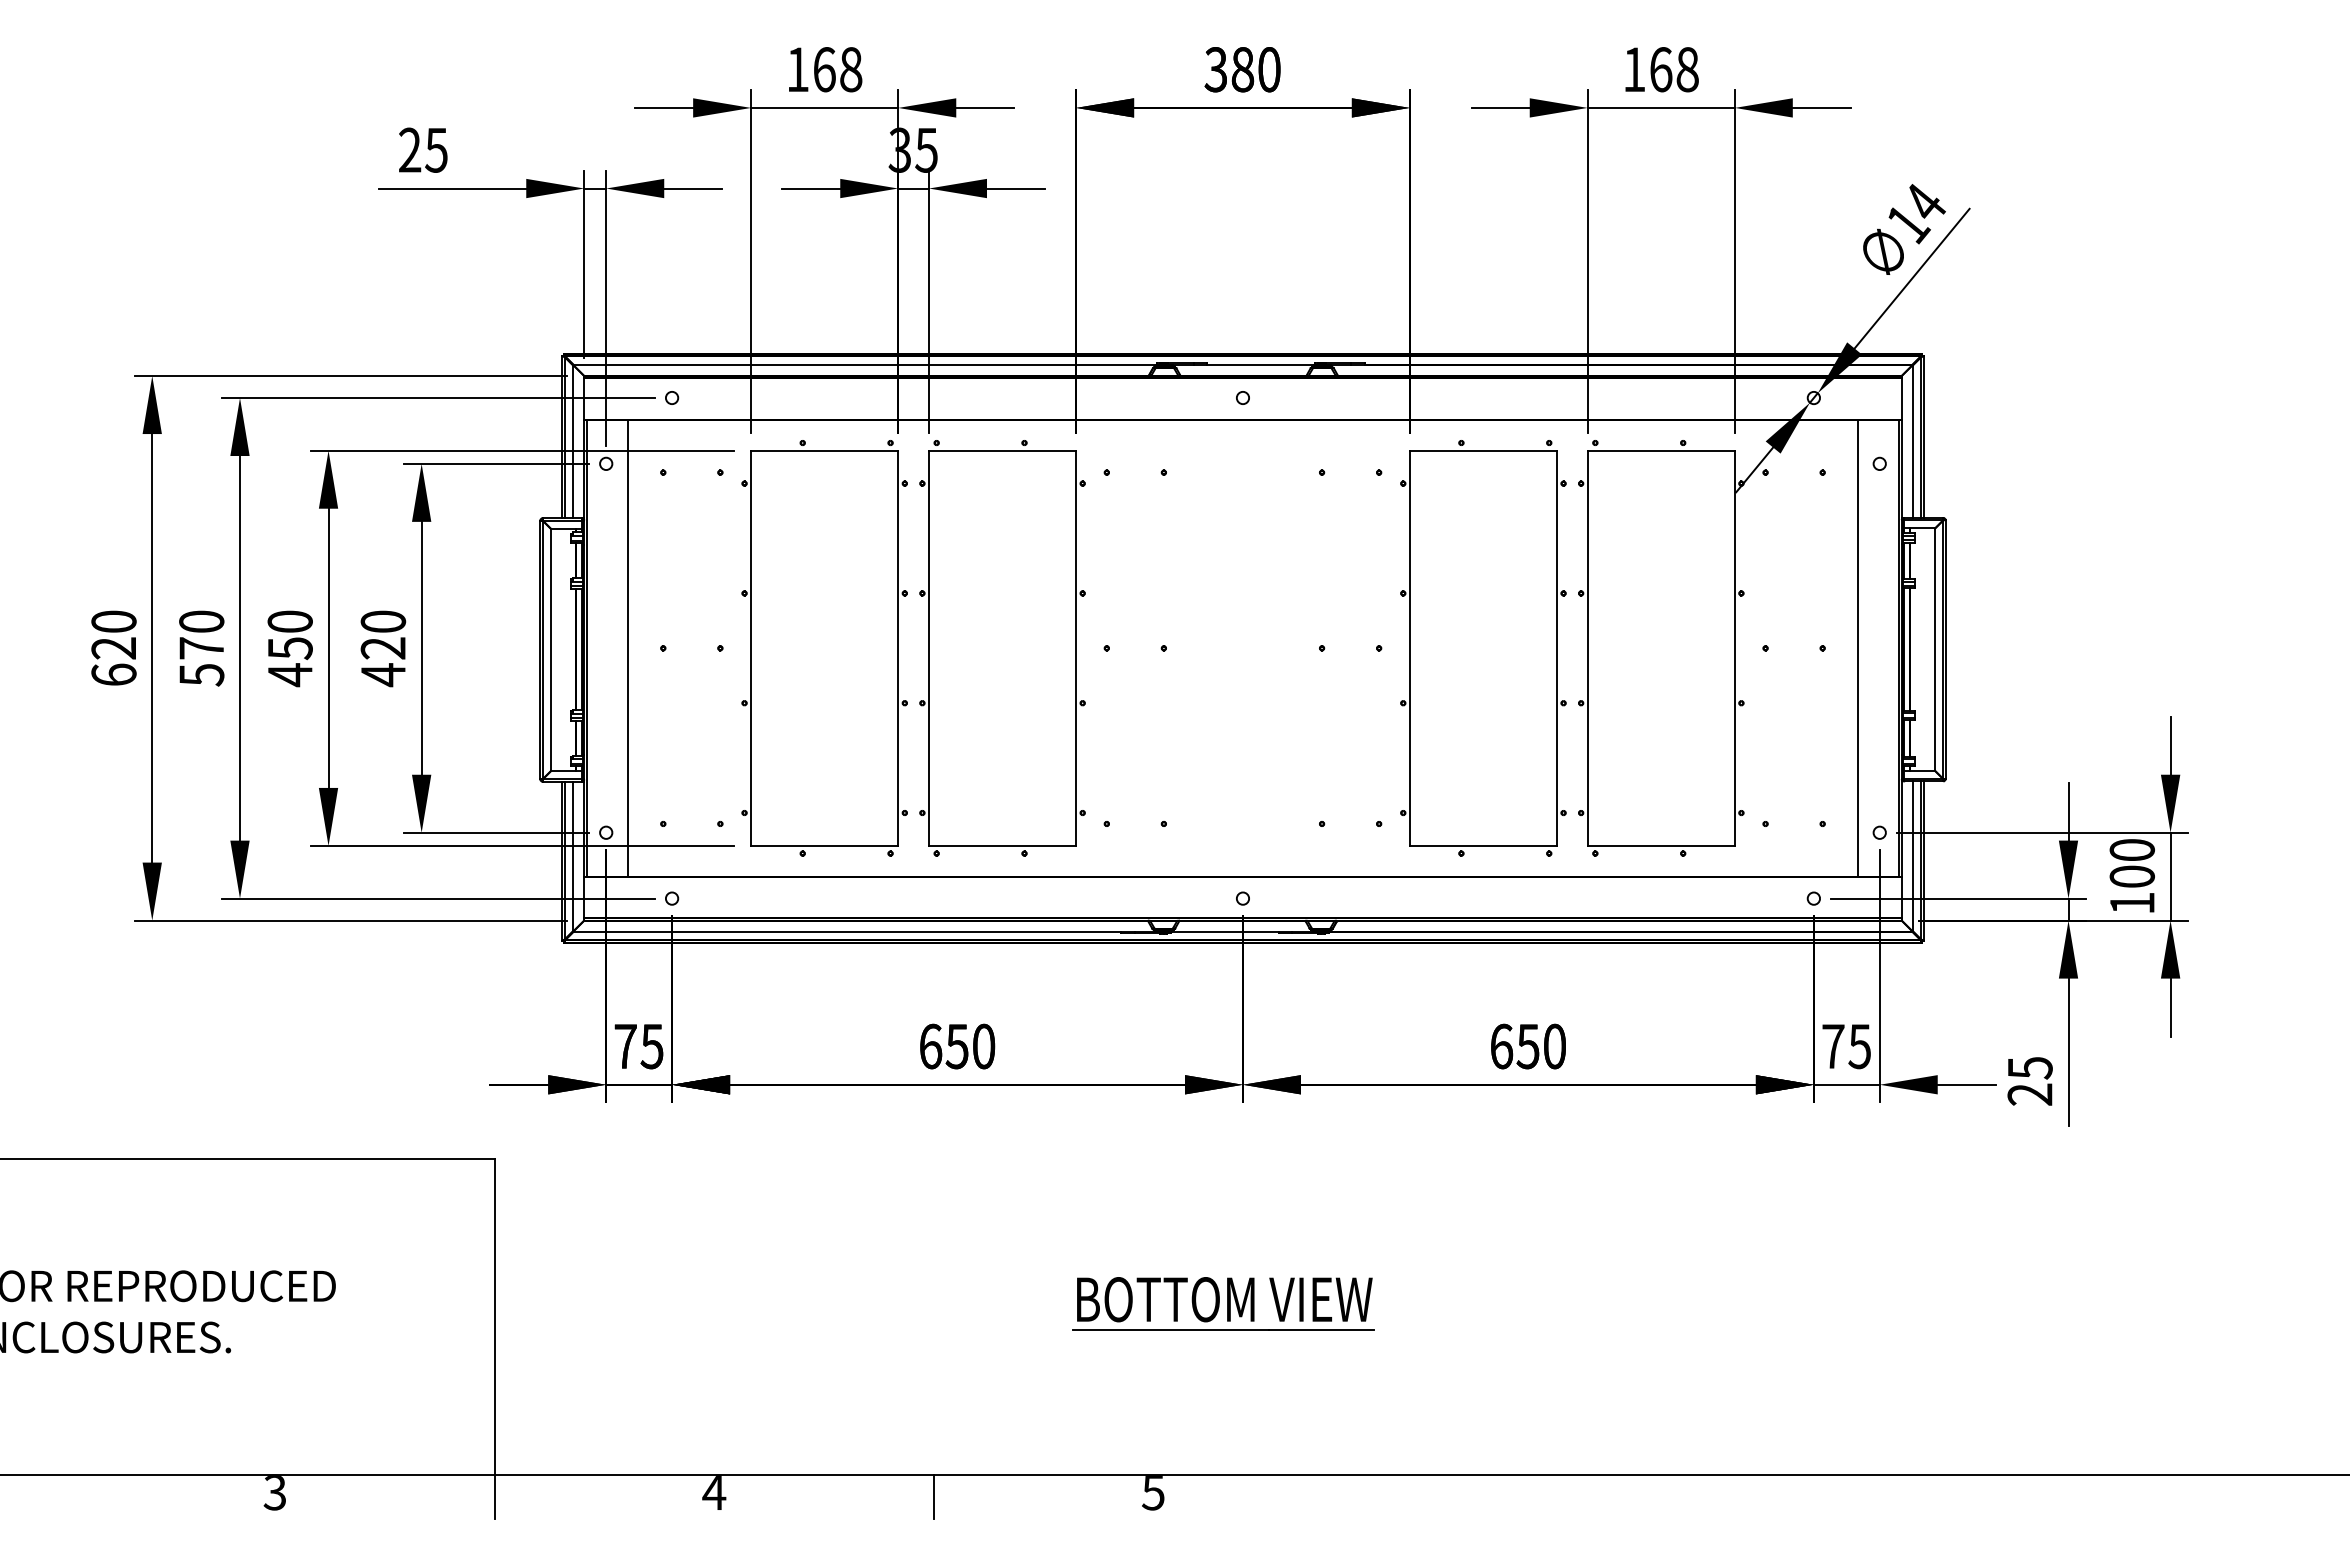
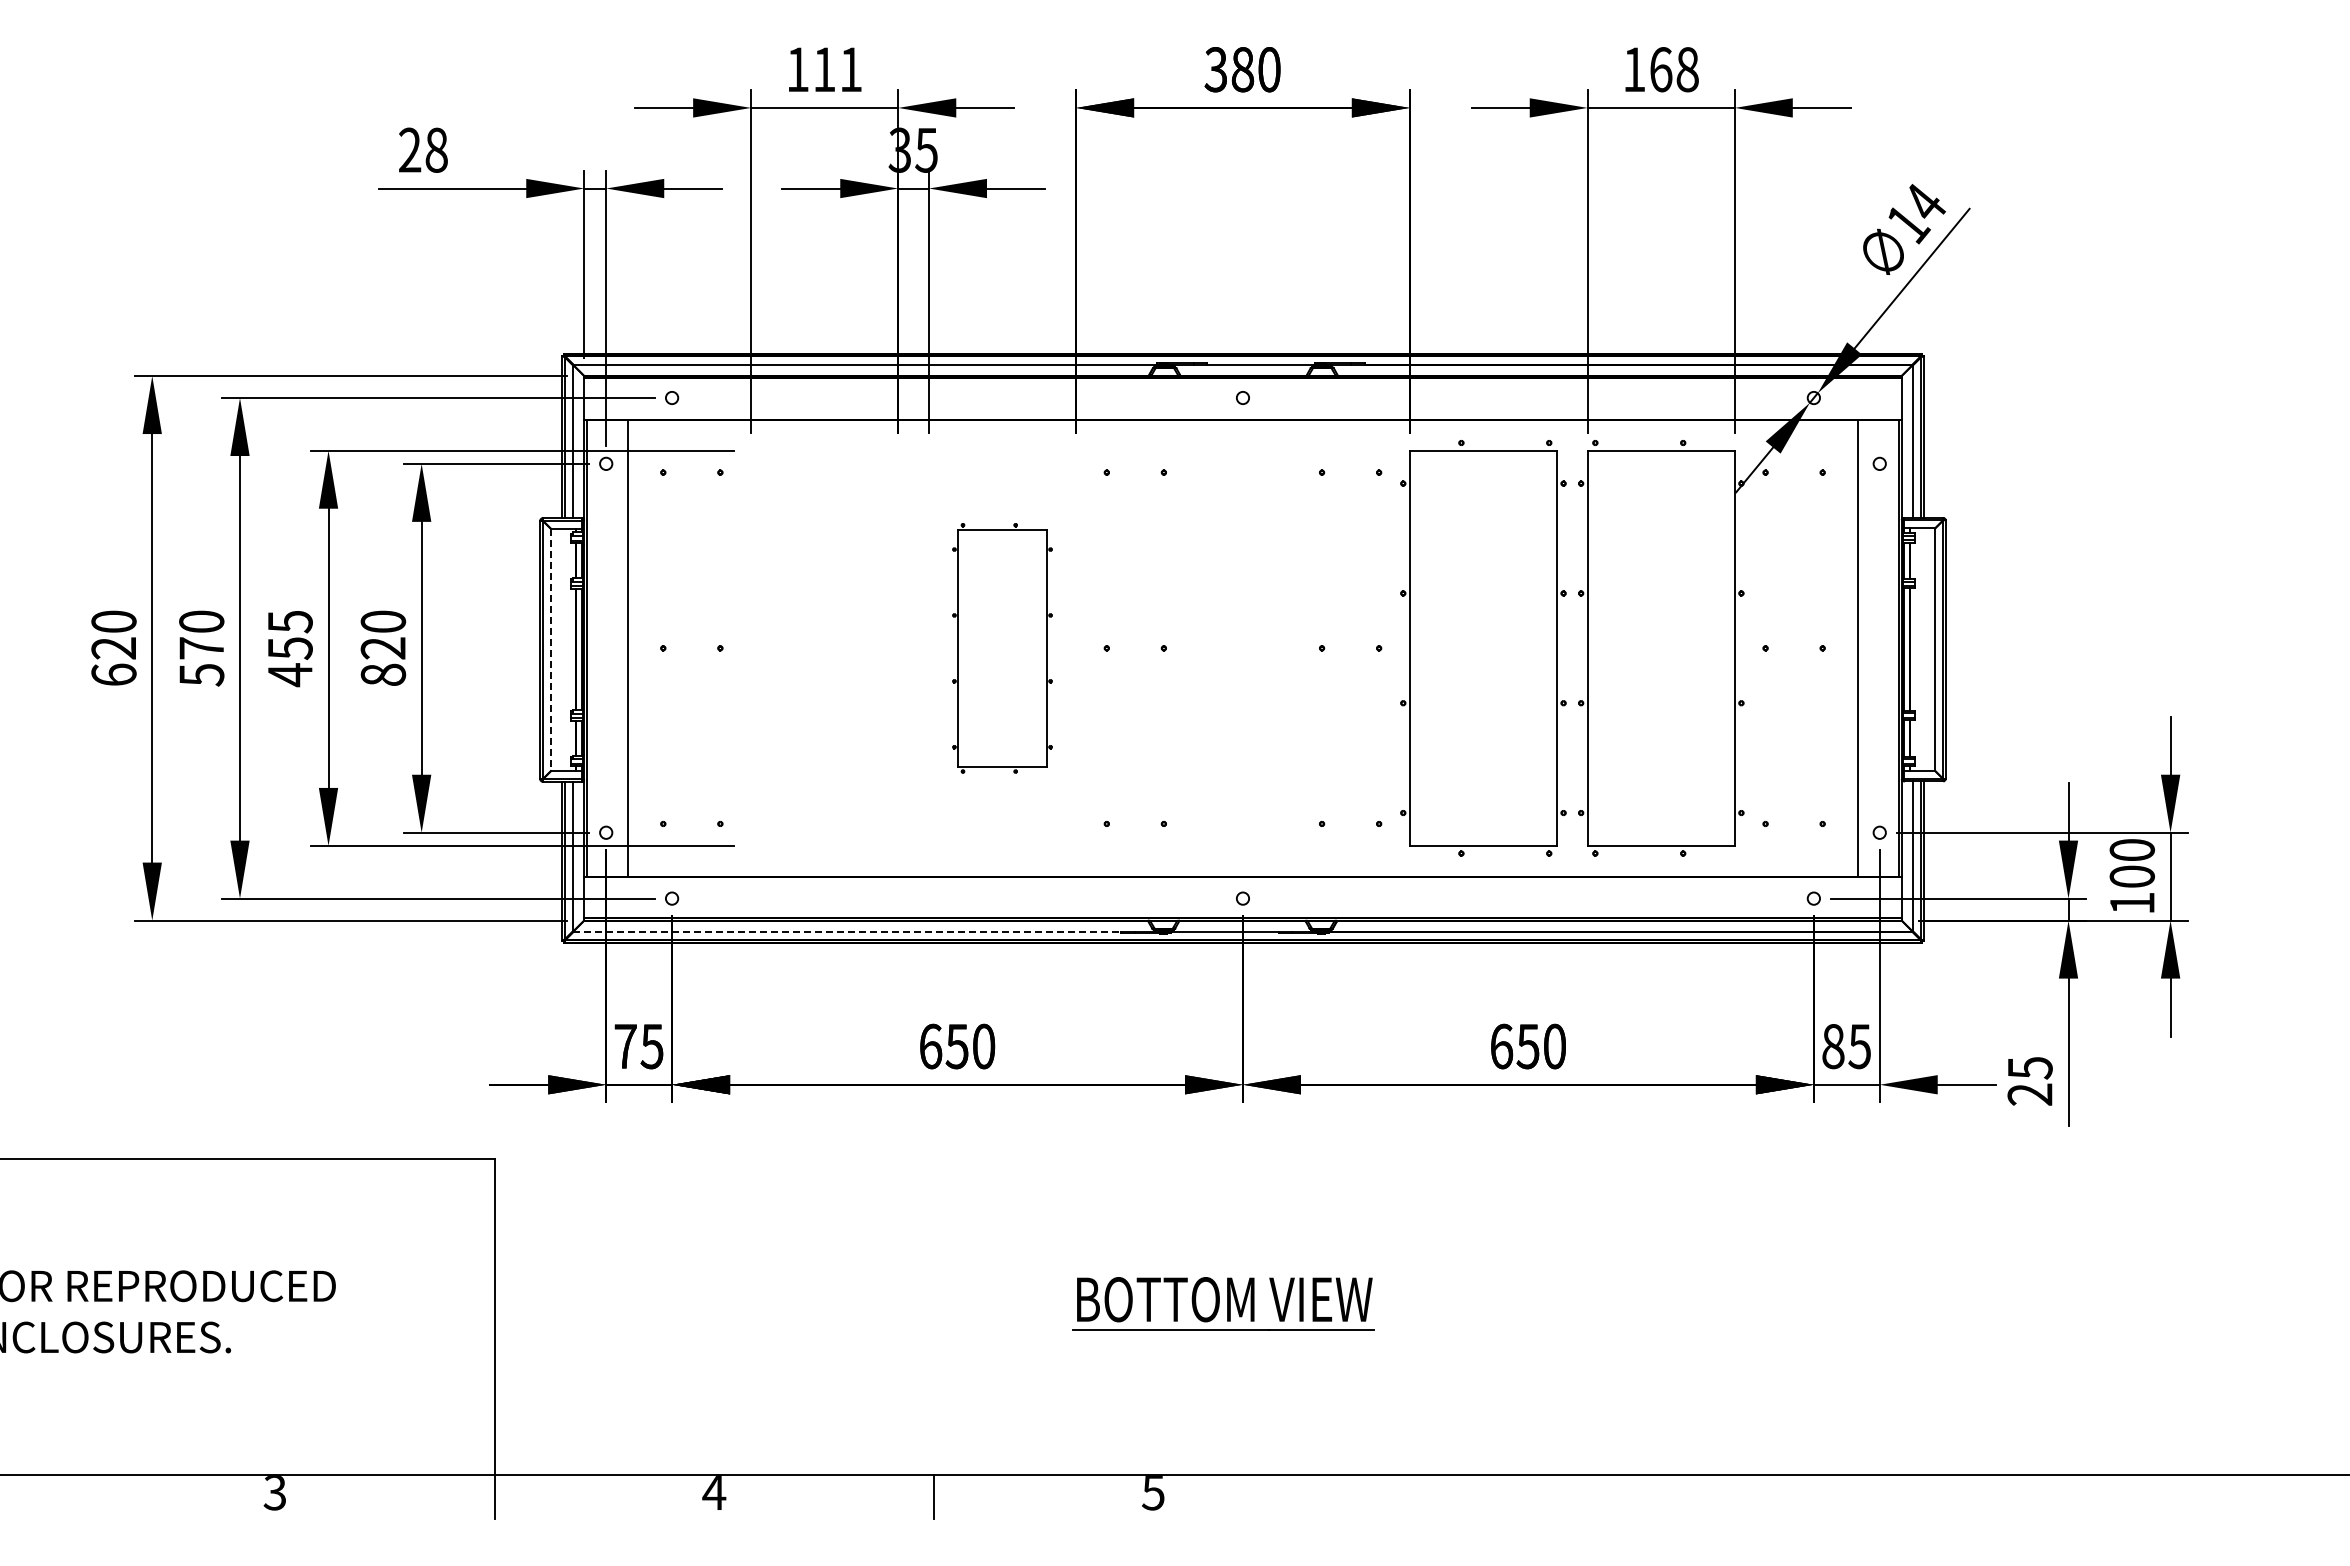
text at (838, 69): 168 -> 111
text at (436, 149): 25 -> 28
text at (289, 621): 450 -> 455
part at (824, 648): present -> none
part at (1002, 648) size: 167x417 px -> 101x251 px
line at (550, 650): solid -> dashed
text at (383, 675): 420 -> 820
line at (847, 932): solid -> dashed
text at (1833, 1046): 75 -> 85
